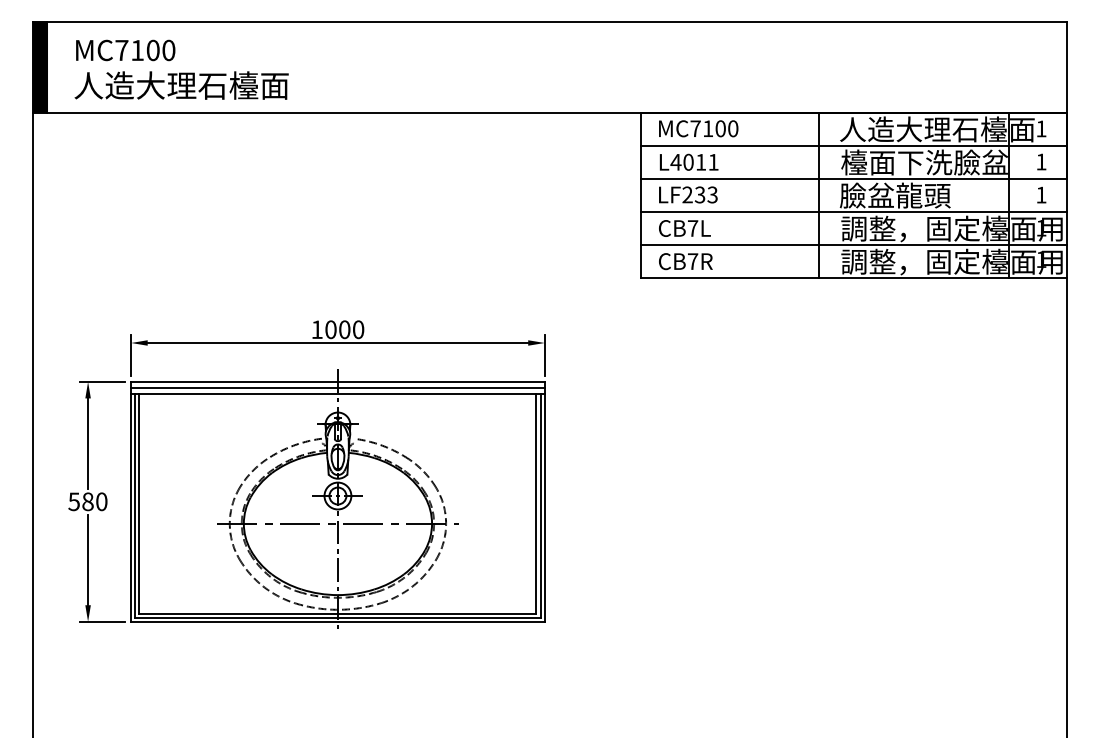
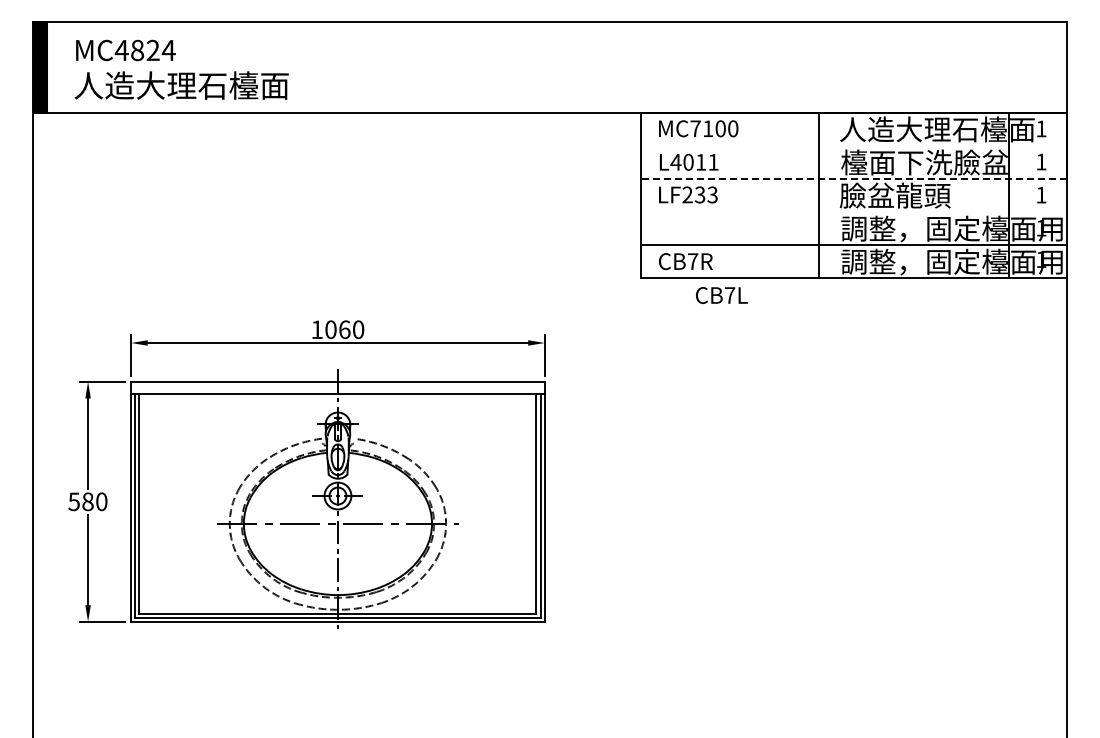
text at (144, 50): MC7100 -> MC4824
line at (853, 146): present -> none
line at (853, 179): solid -> dashed
line at (853, 212): present -> none
text at (684, 228) position: (684, 228) -> (721, 295)
text at (344, 329): 1000 -> 1060
line at (337, 387): present -> none
